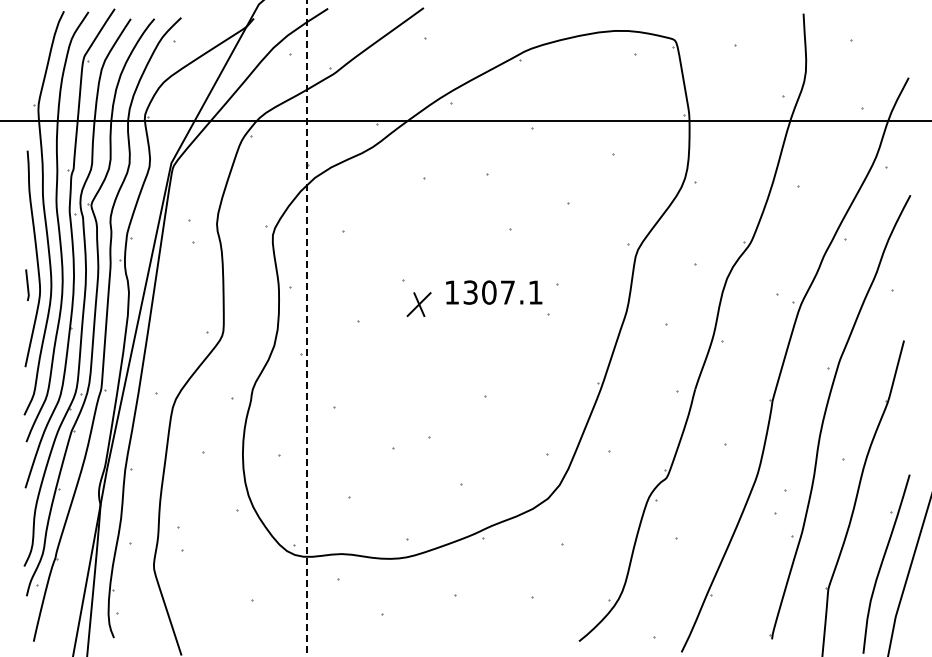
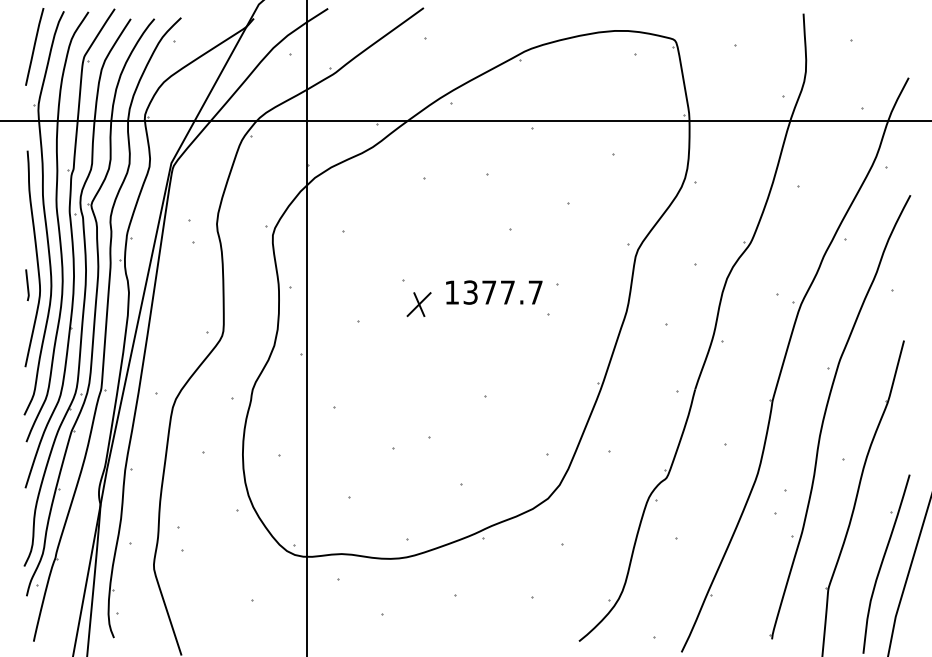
line at (34, 46): none -> present
text at (512, 292): 1307.1 -> 1377.7
line at (306, 328): dashed -> solid
